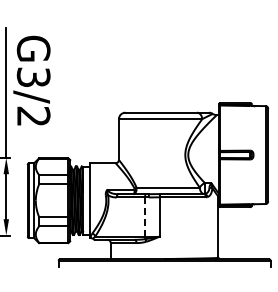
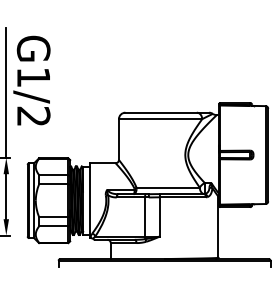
text at (33, 76): G3/2 -> G1/2
line at (145, 217): dashed -> solid
